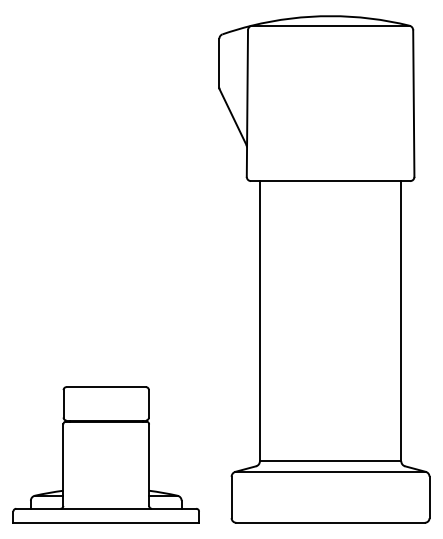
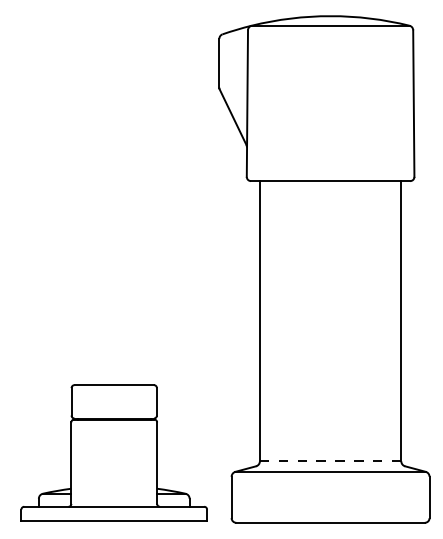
part at (105, 454) position: (105, 454) -> (113, 452)
line at (330, 461): solid -> dashed
